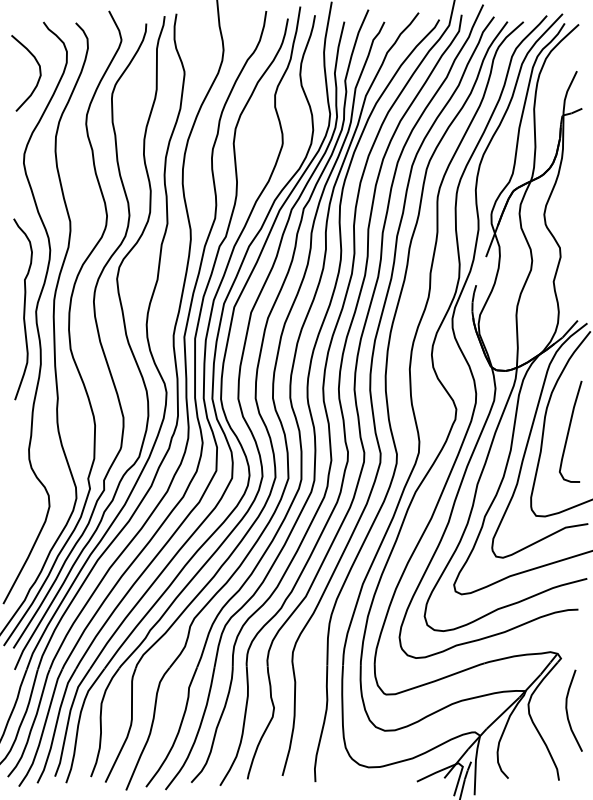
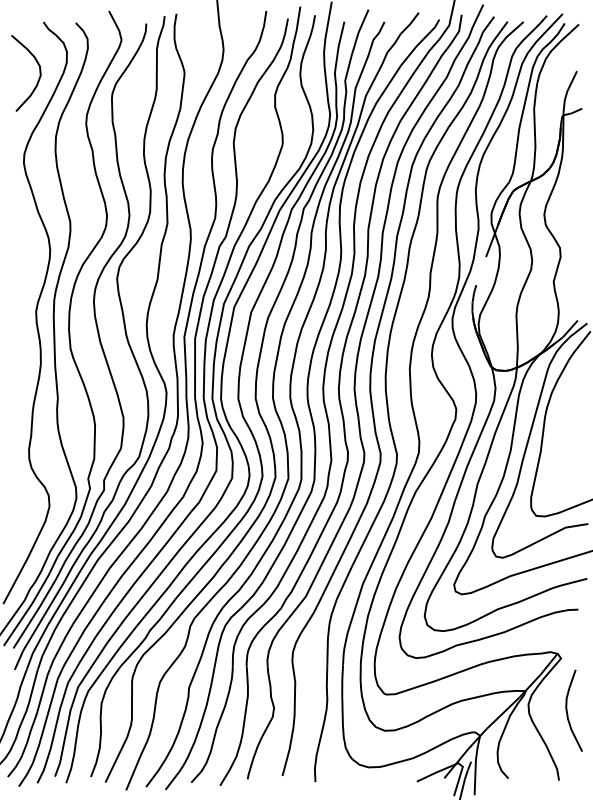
curve at (23, 309): present -> none
curve at (569, 431): present -> none
